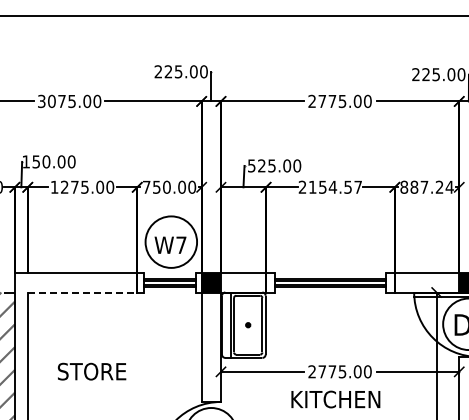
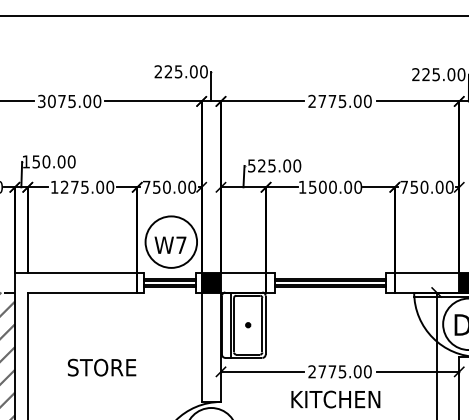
text at (330, 186): 2154.57 -> 1500.00
text at (426, 186): 887.24 -> 750.00
line at (82, 292): dashed -> solid
text at (91, 371) position: (91, 371) -> (101, 367)
